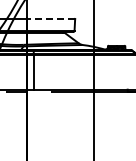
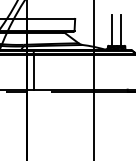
line at (50, 19): dashed -> solid
line at (112, 30): none -> present
line at (121, 30): none -> present
